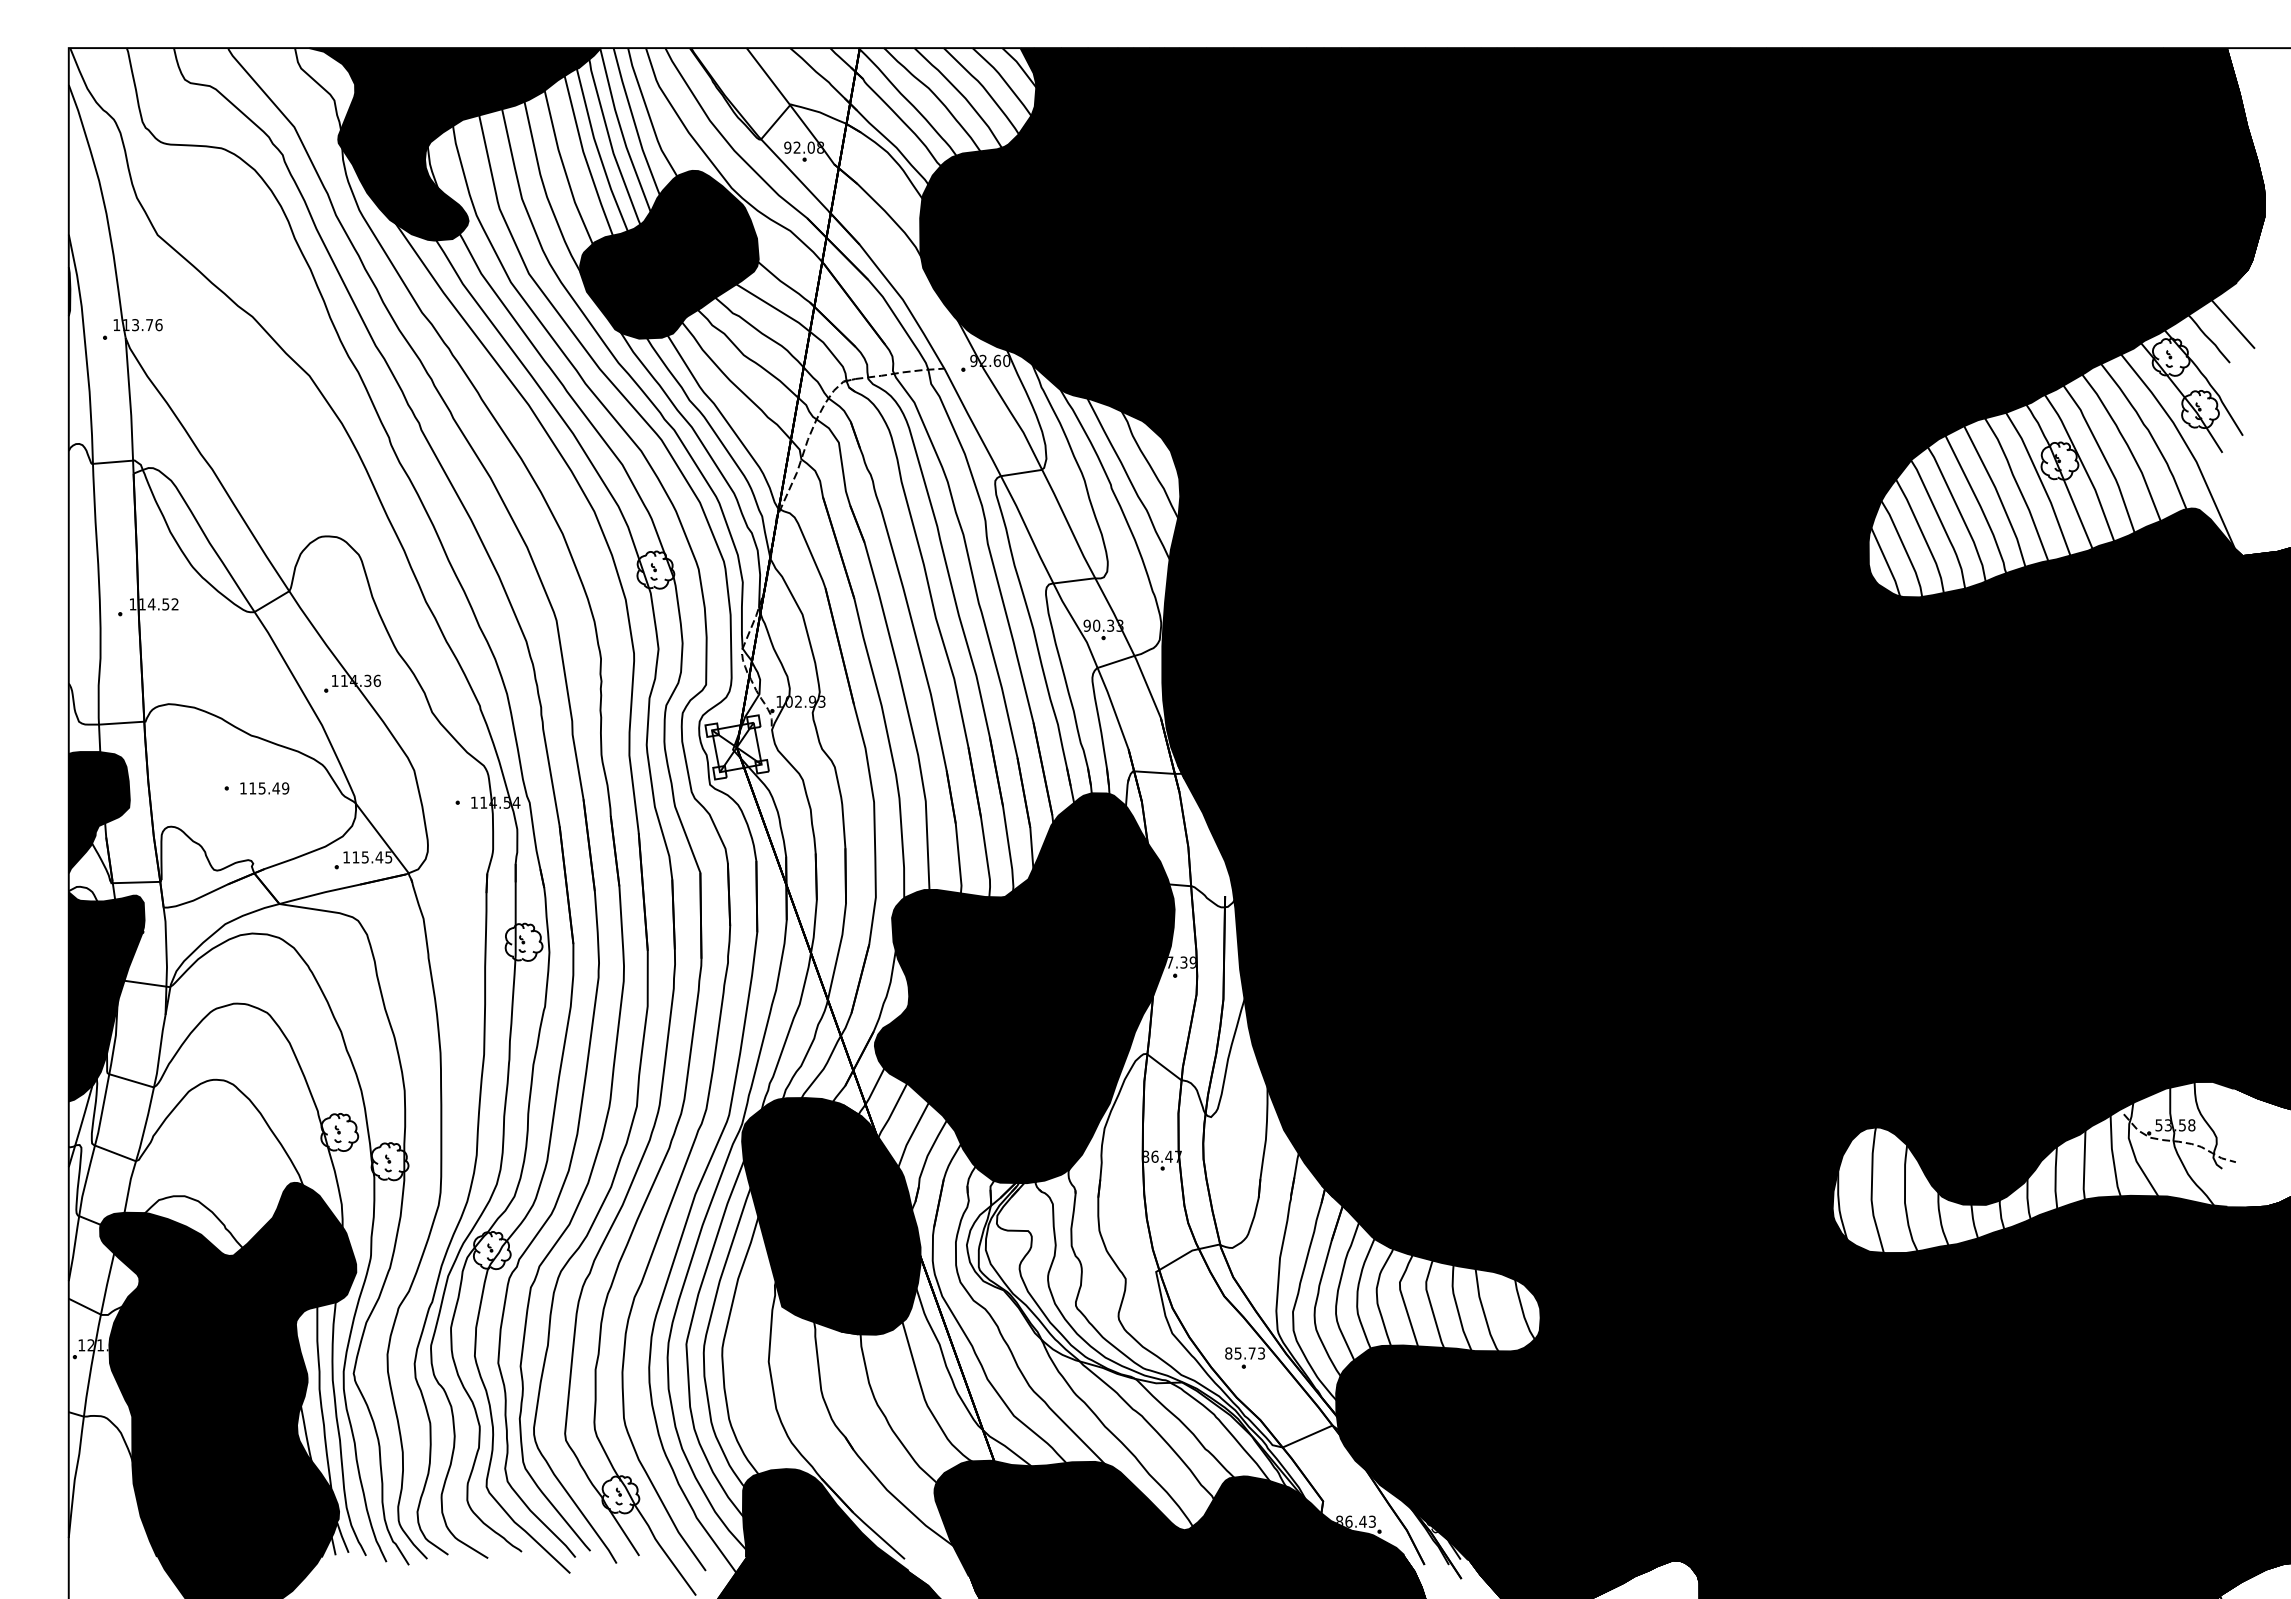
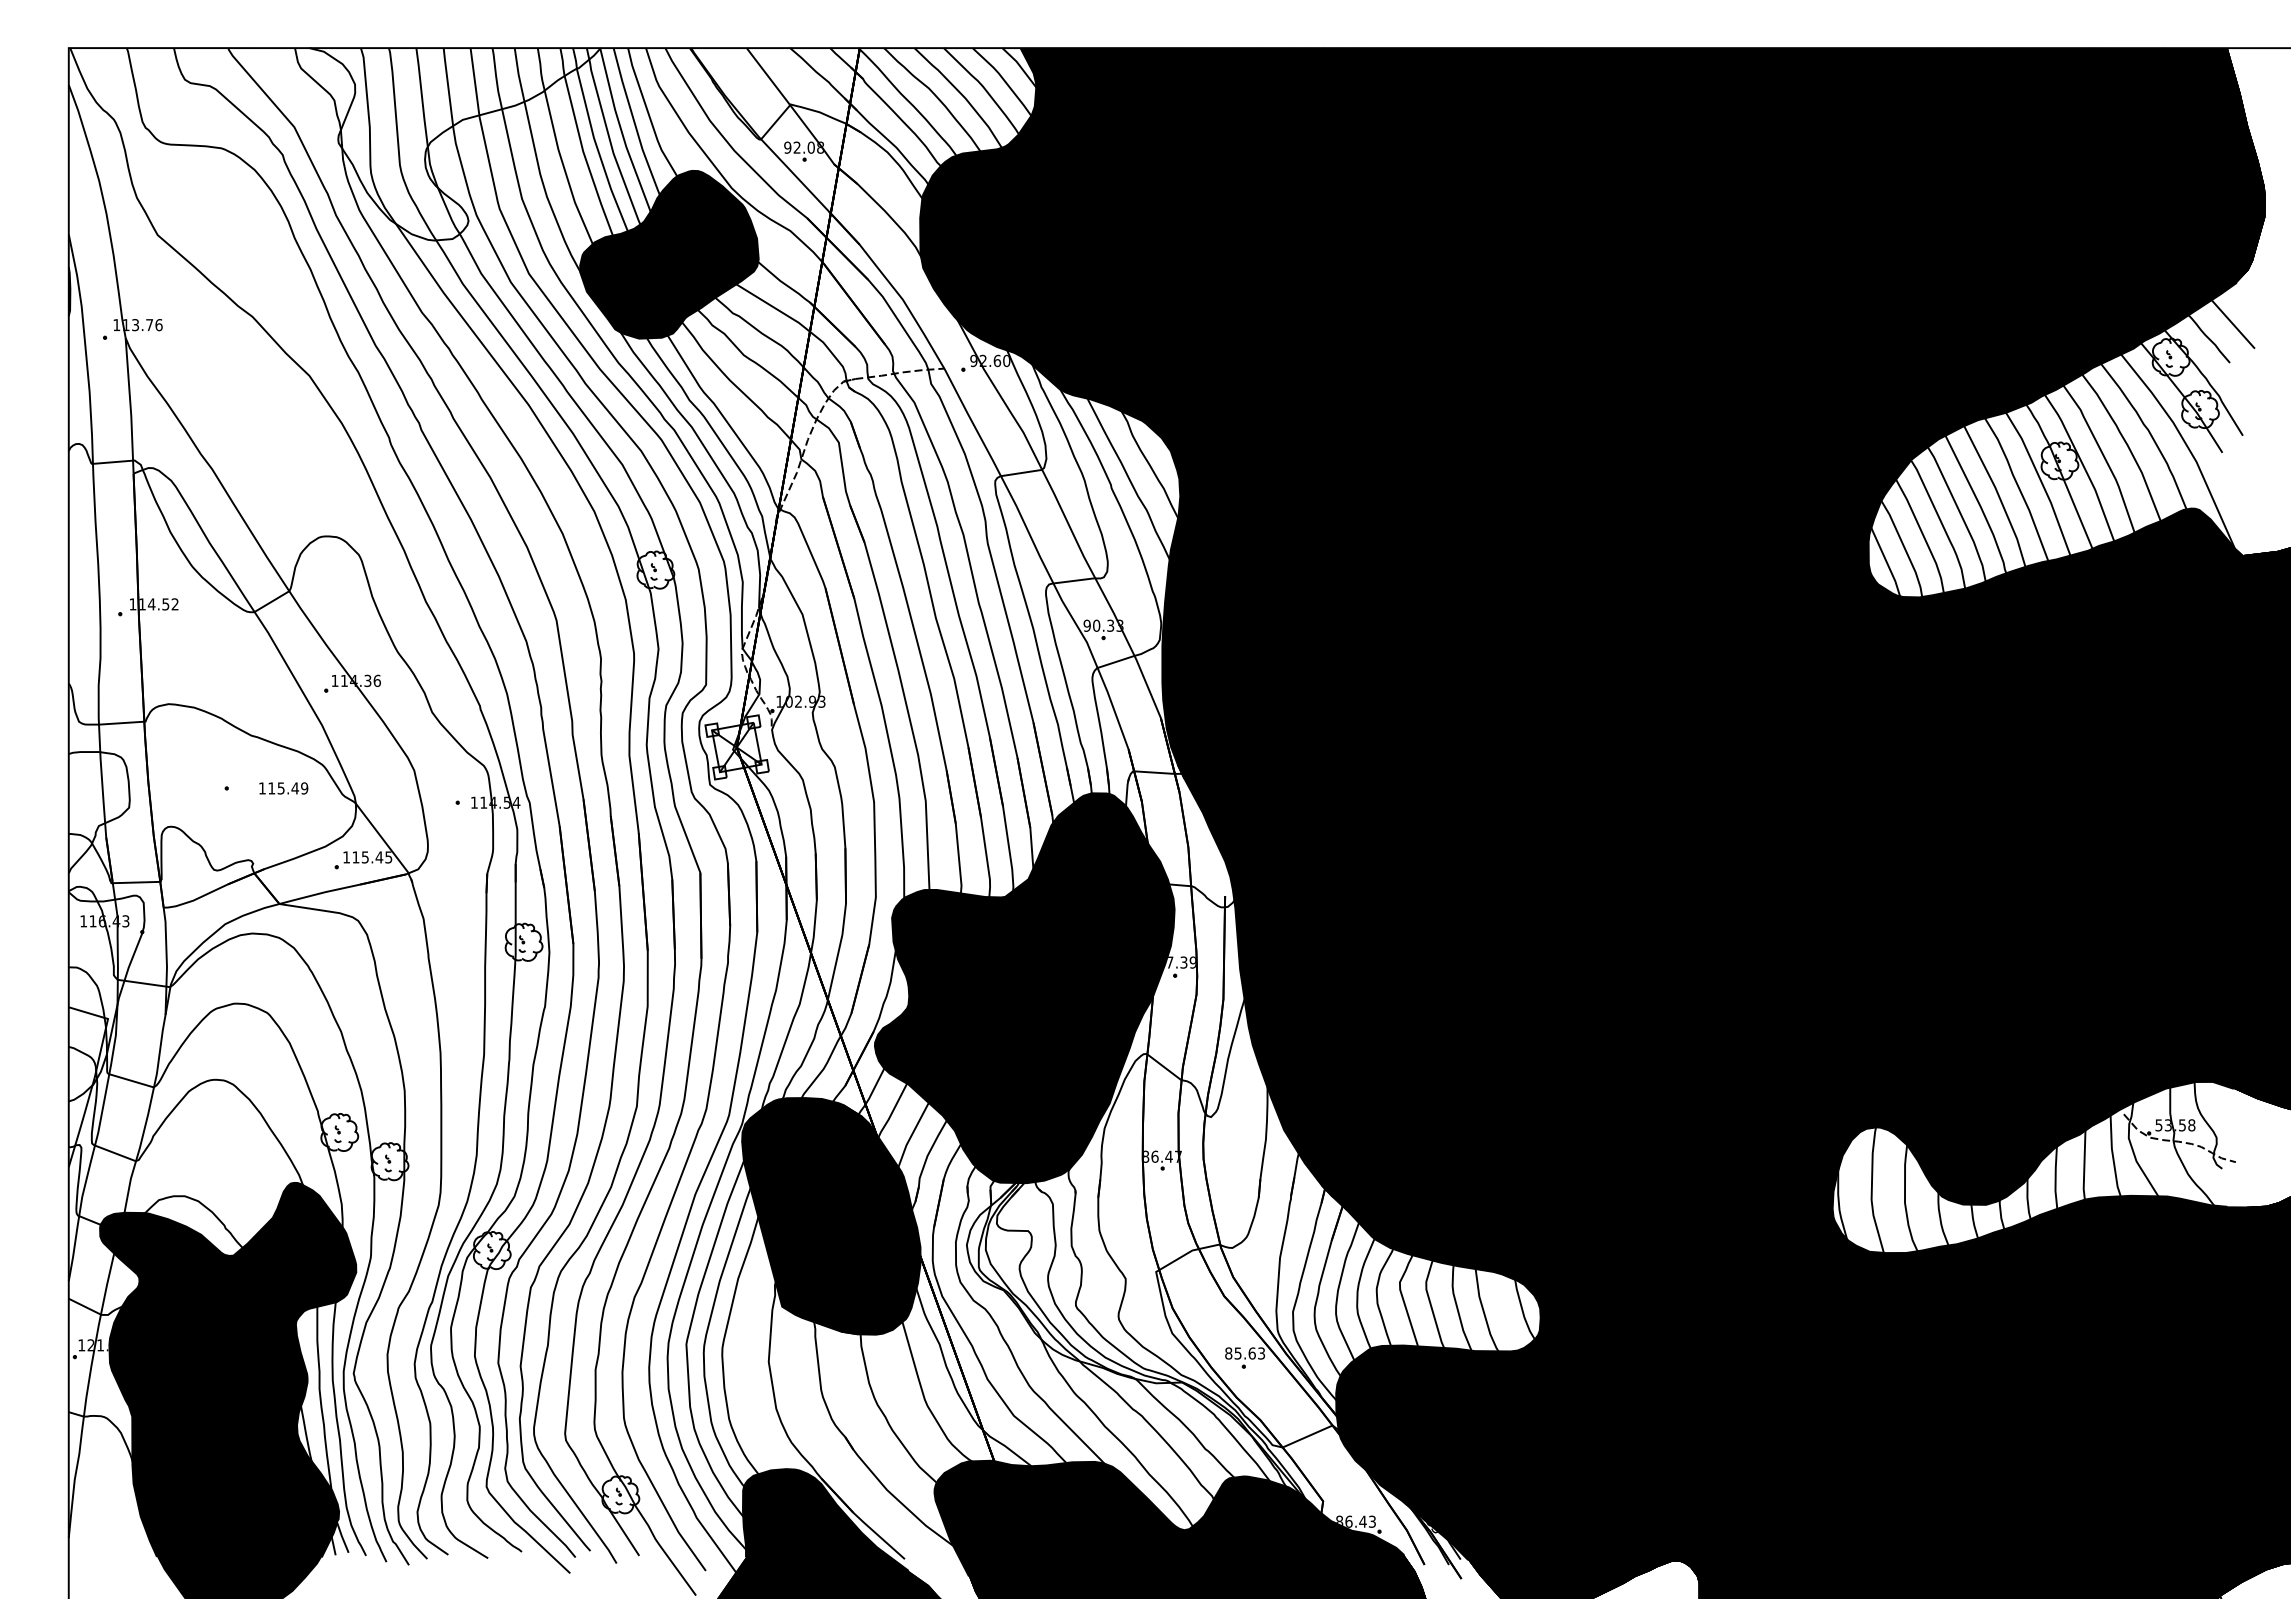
fill at (454, 144): present -> none
text at (264, 788) position: (264, 788) -> (283, 788)
fill at (98, 812): present -> none
fill at (106, 996): present -> none
text at (1251, 1353): 85.73 -> 85.63
